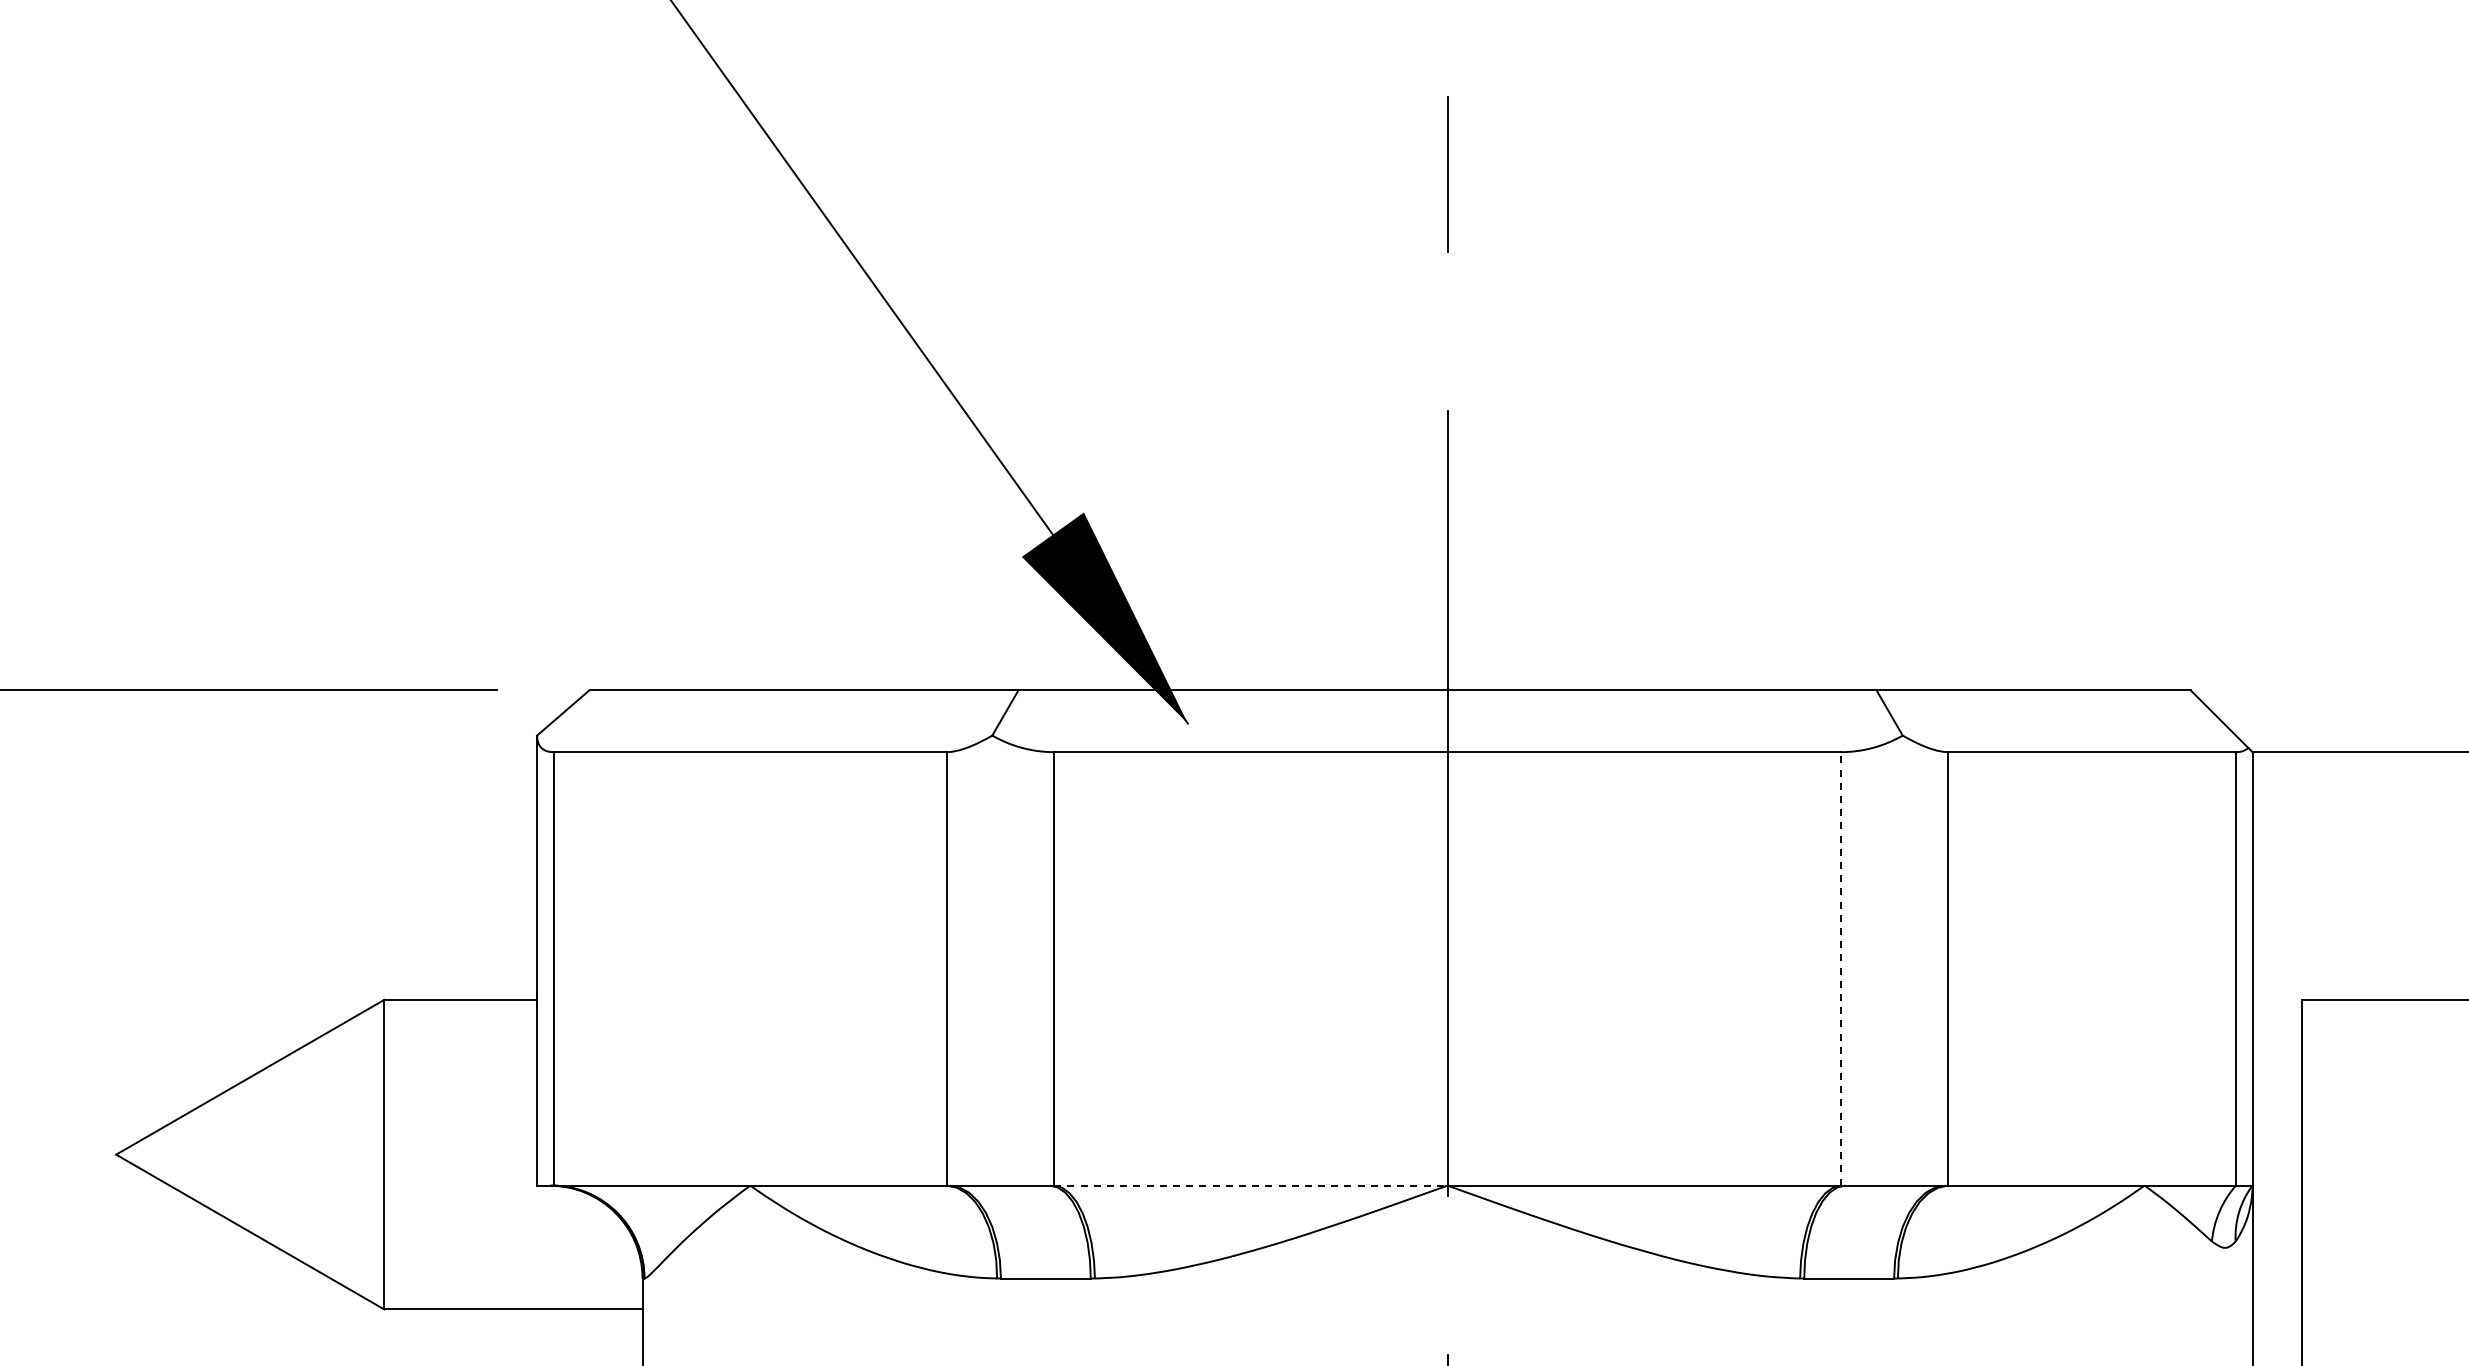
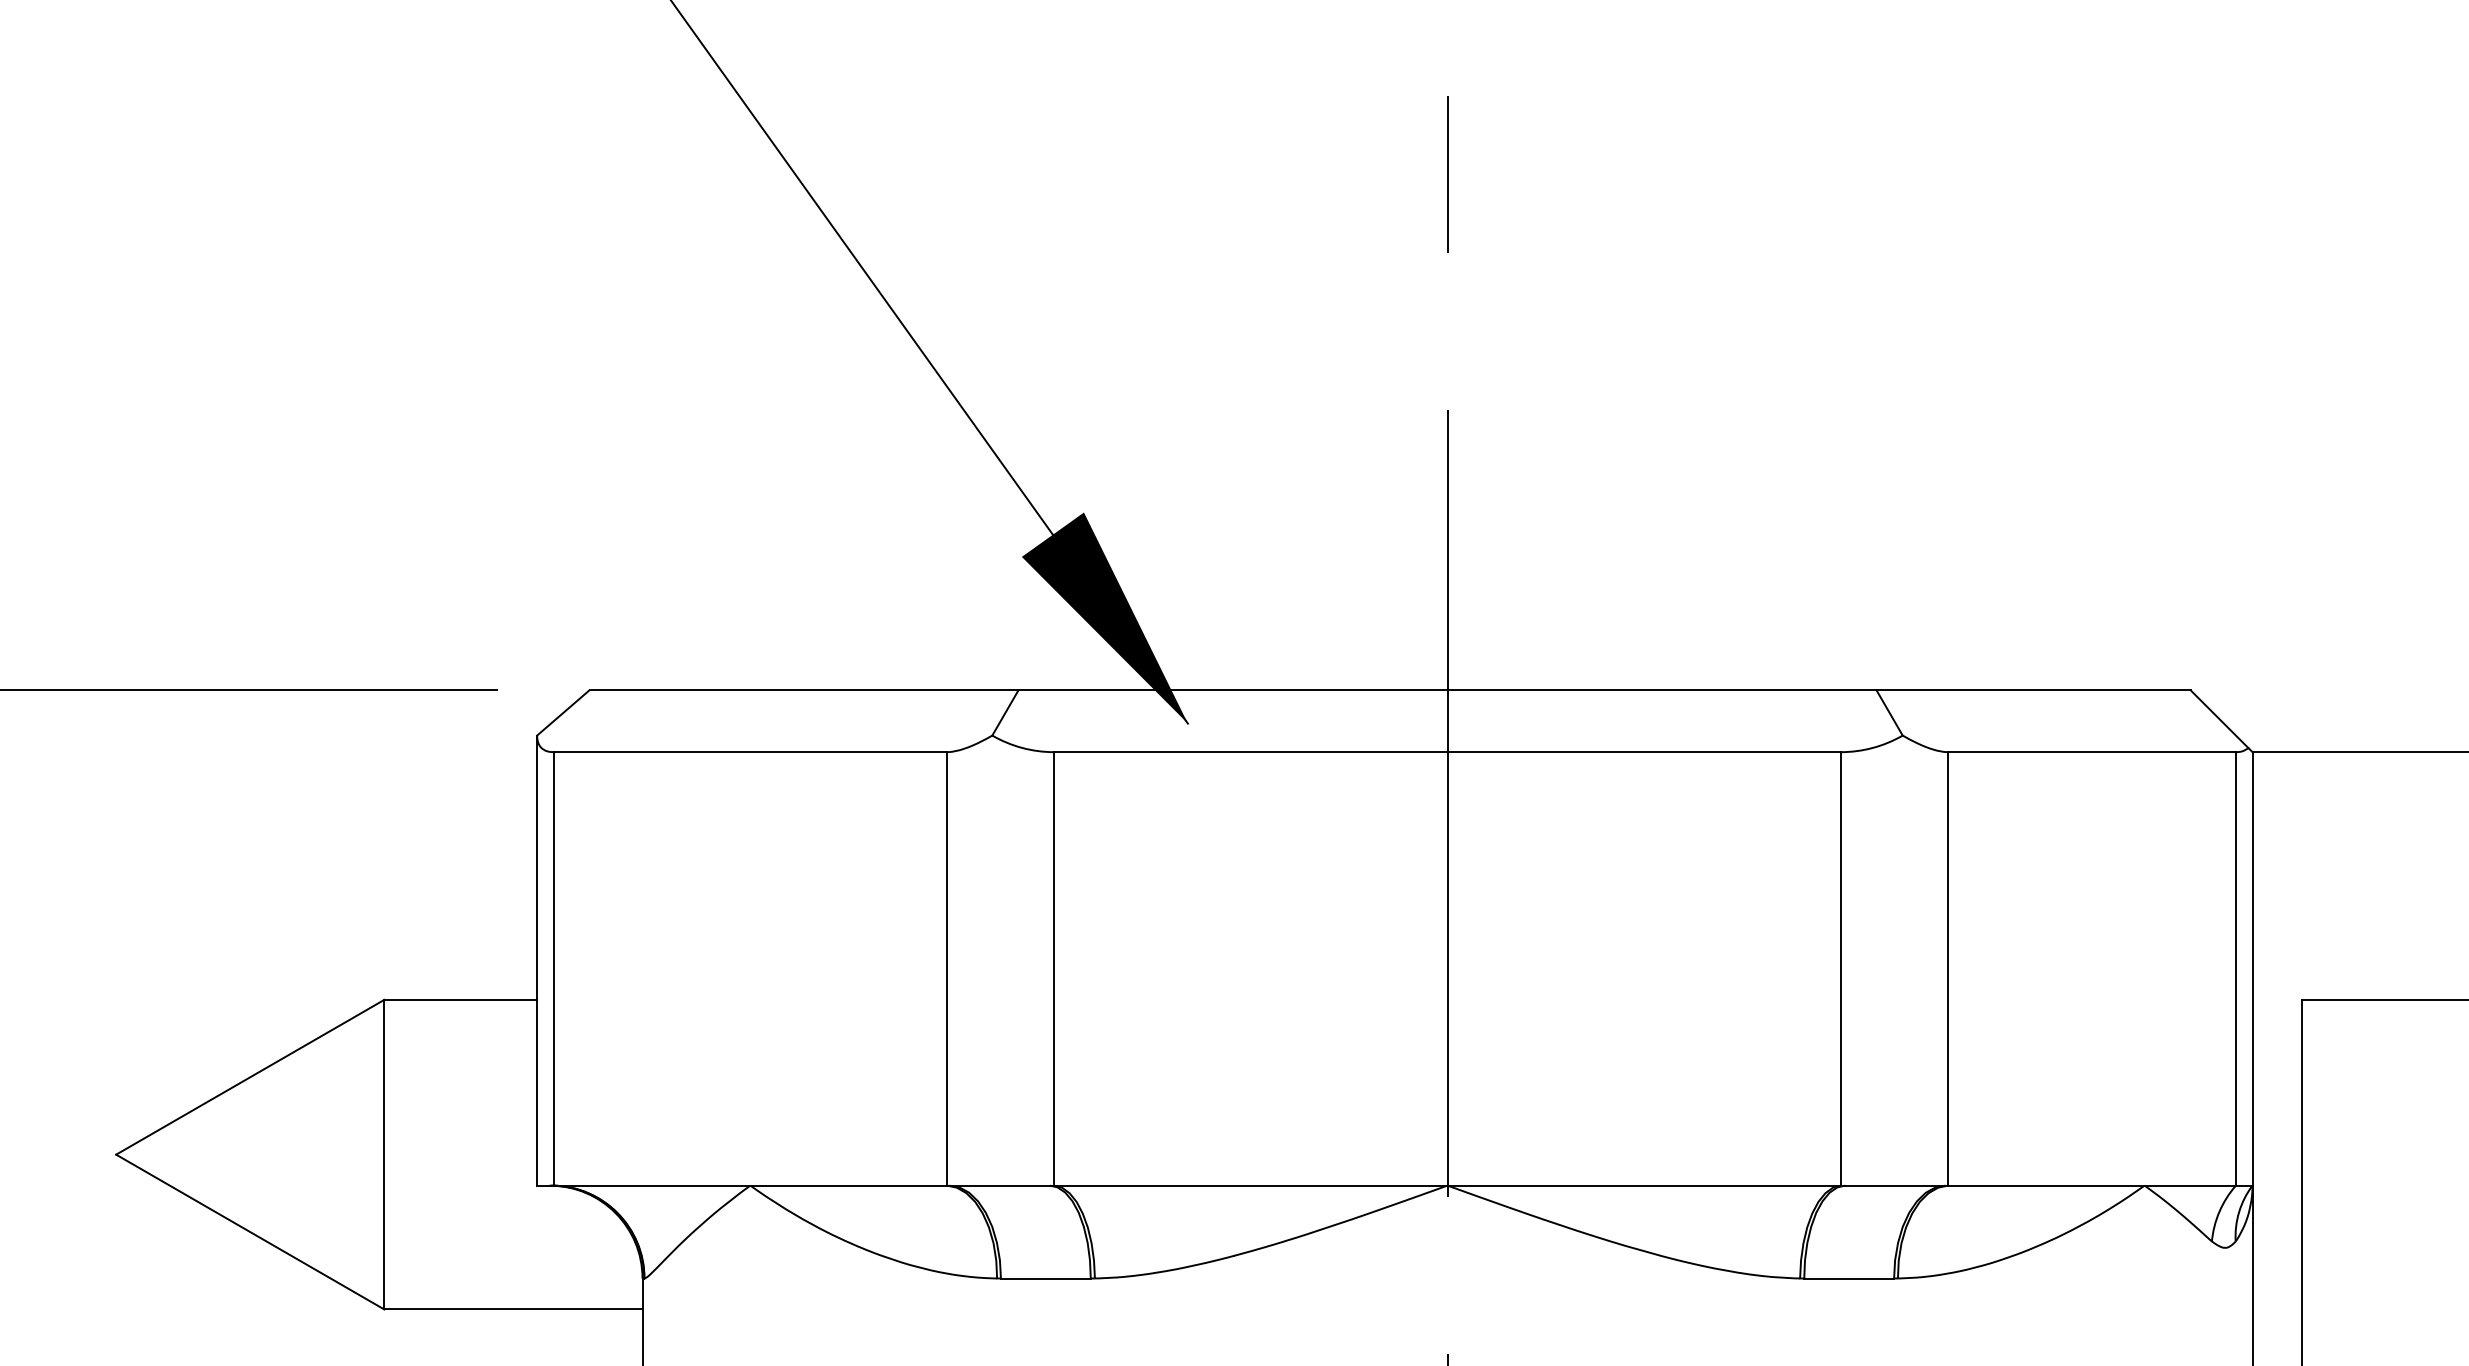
line at (1840, 968): dashed -> solid
line at (1250, 1185): dashed -> solid
